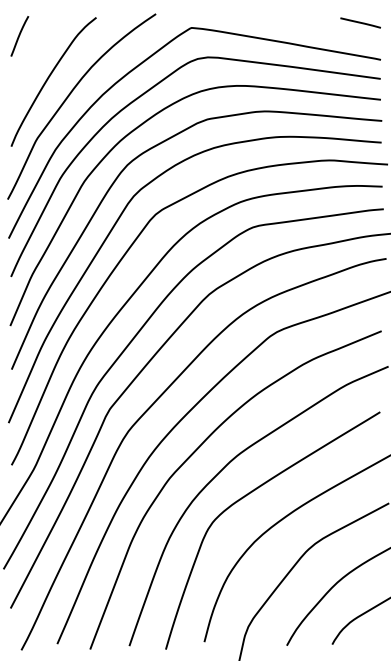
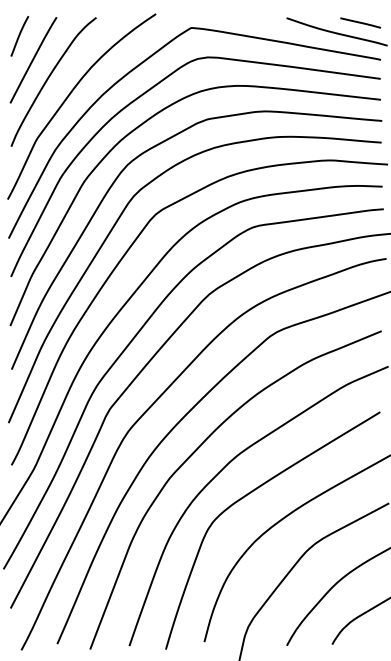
curve at (336, 32): none -> present
curve at (33, 60): none -> present
